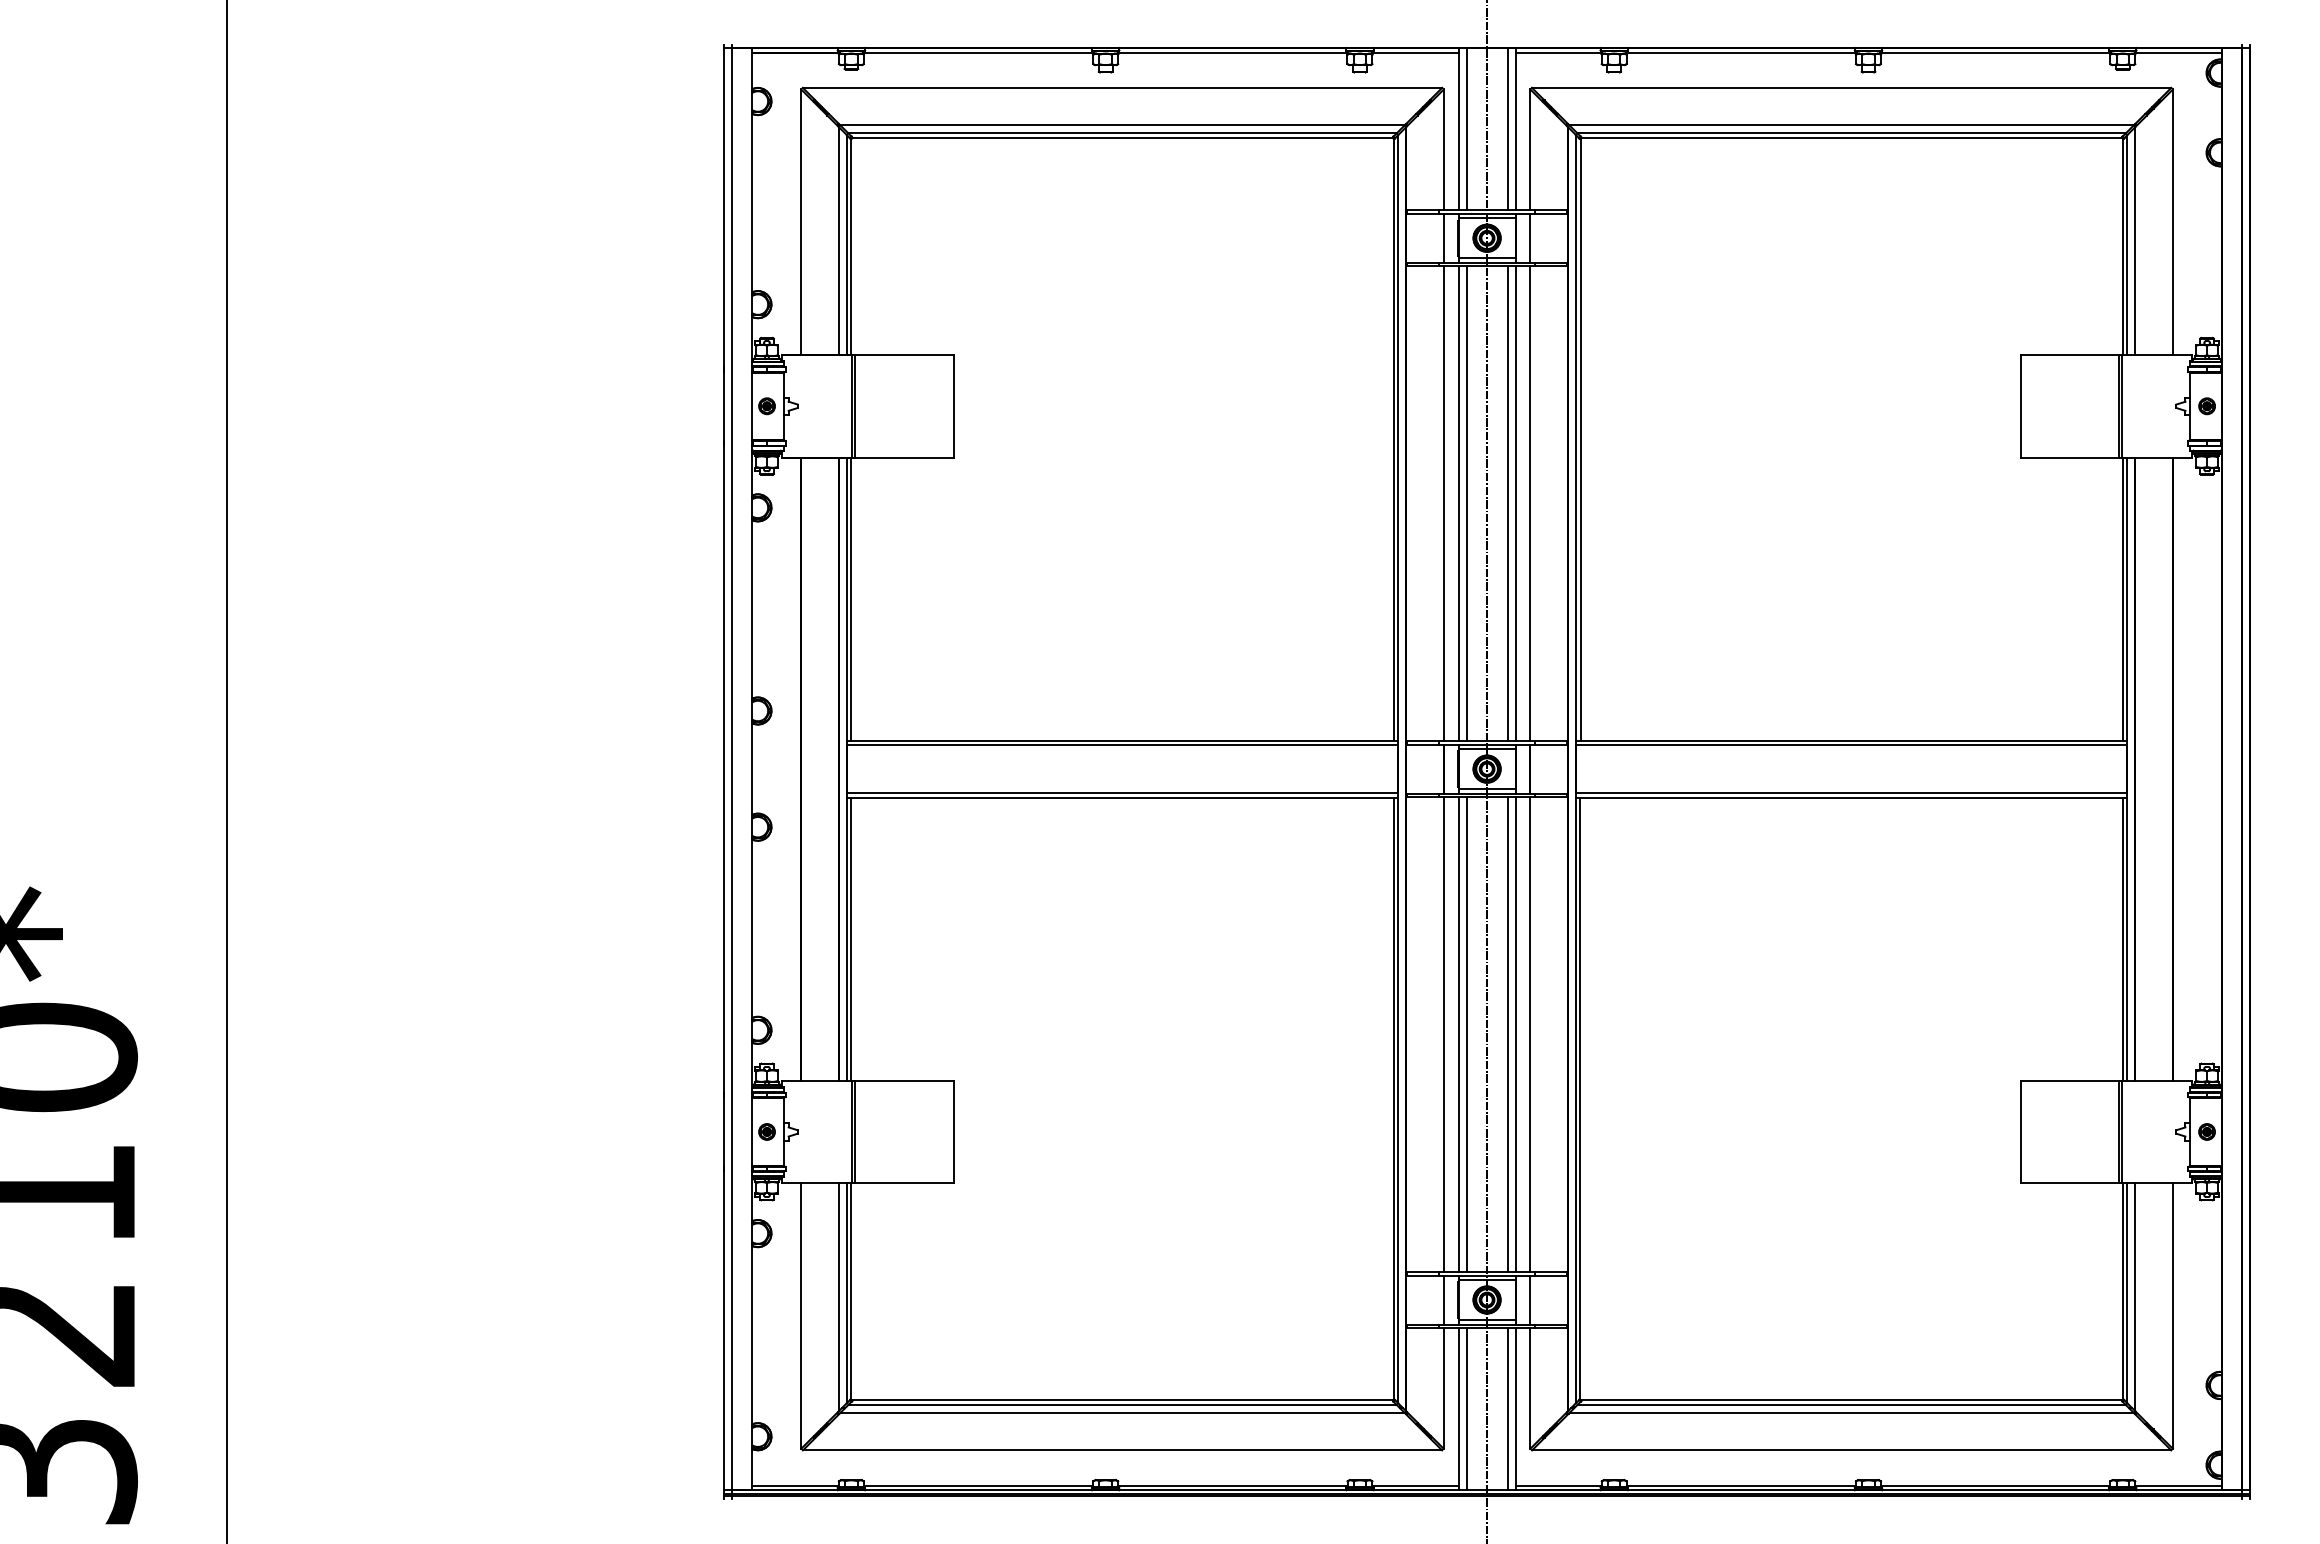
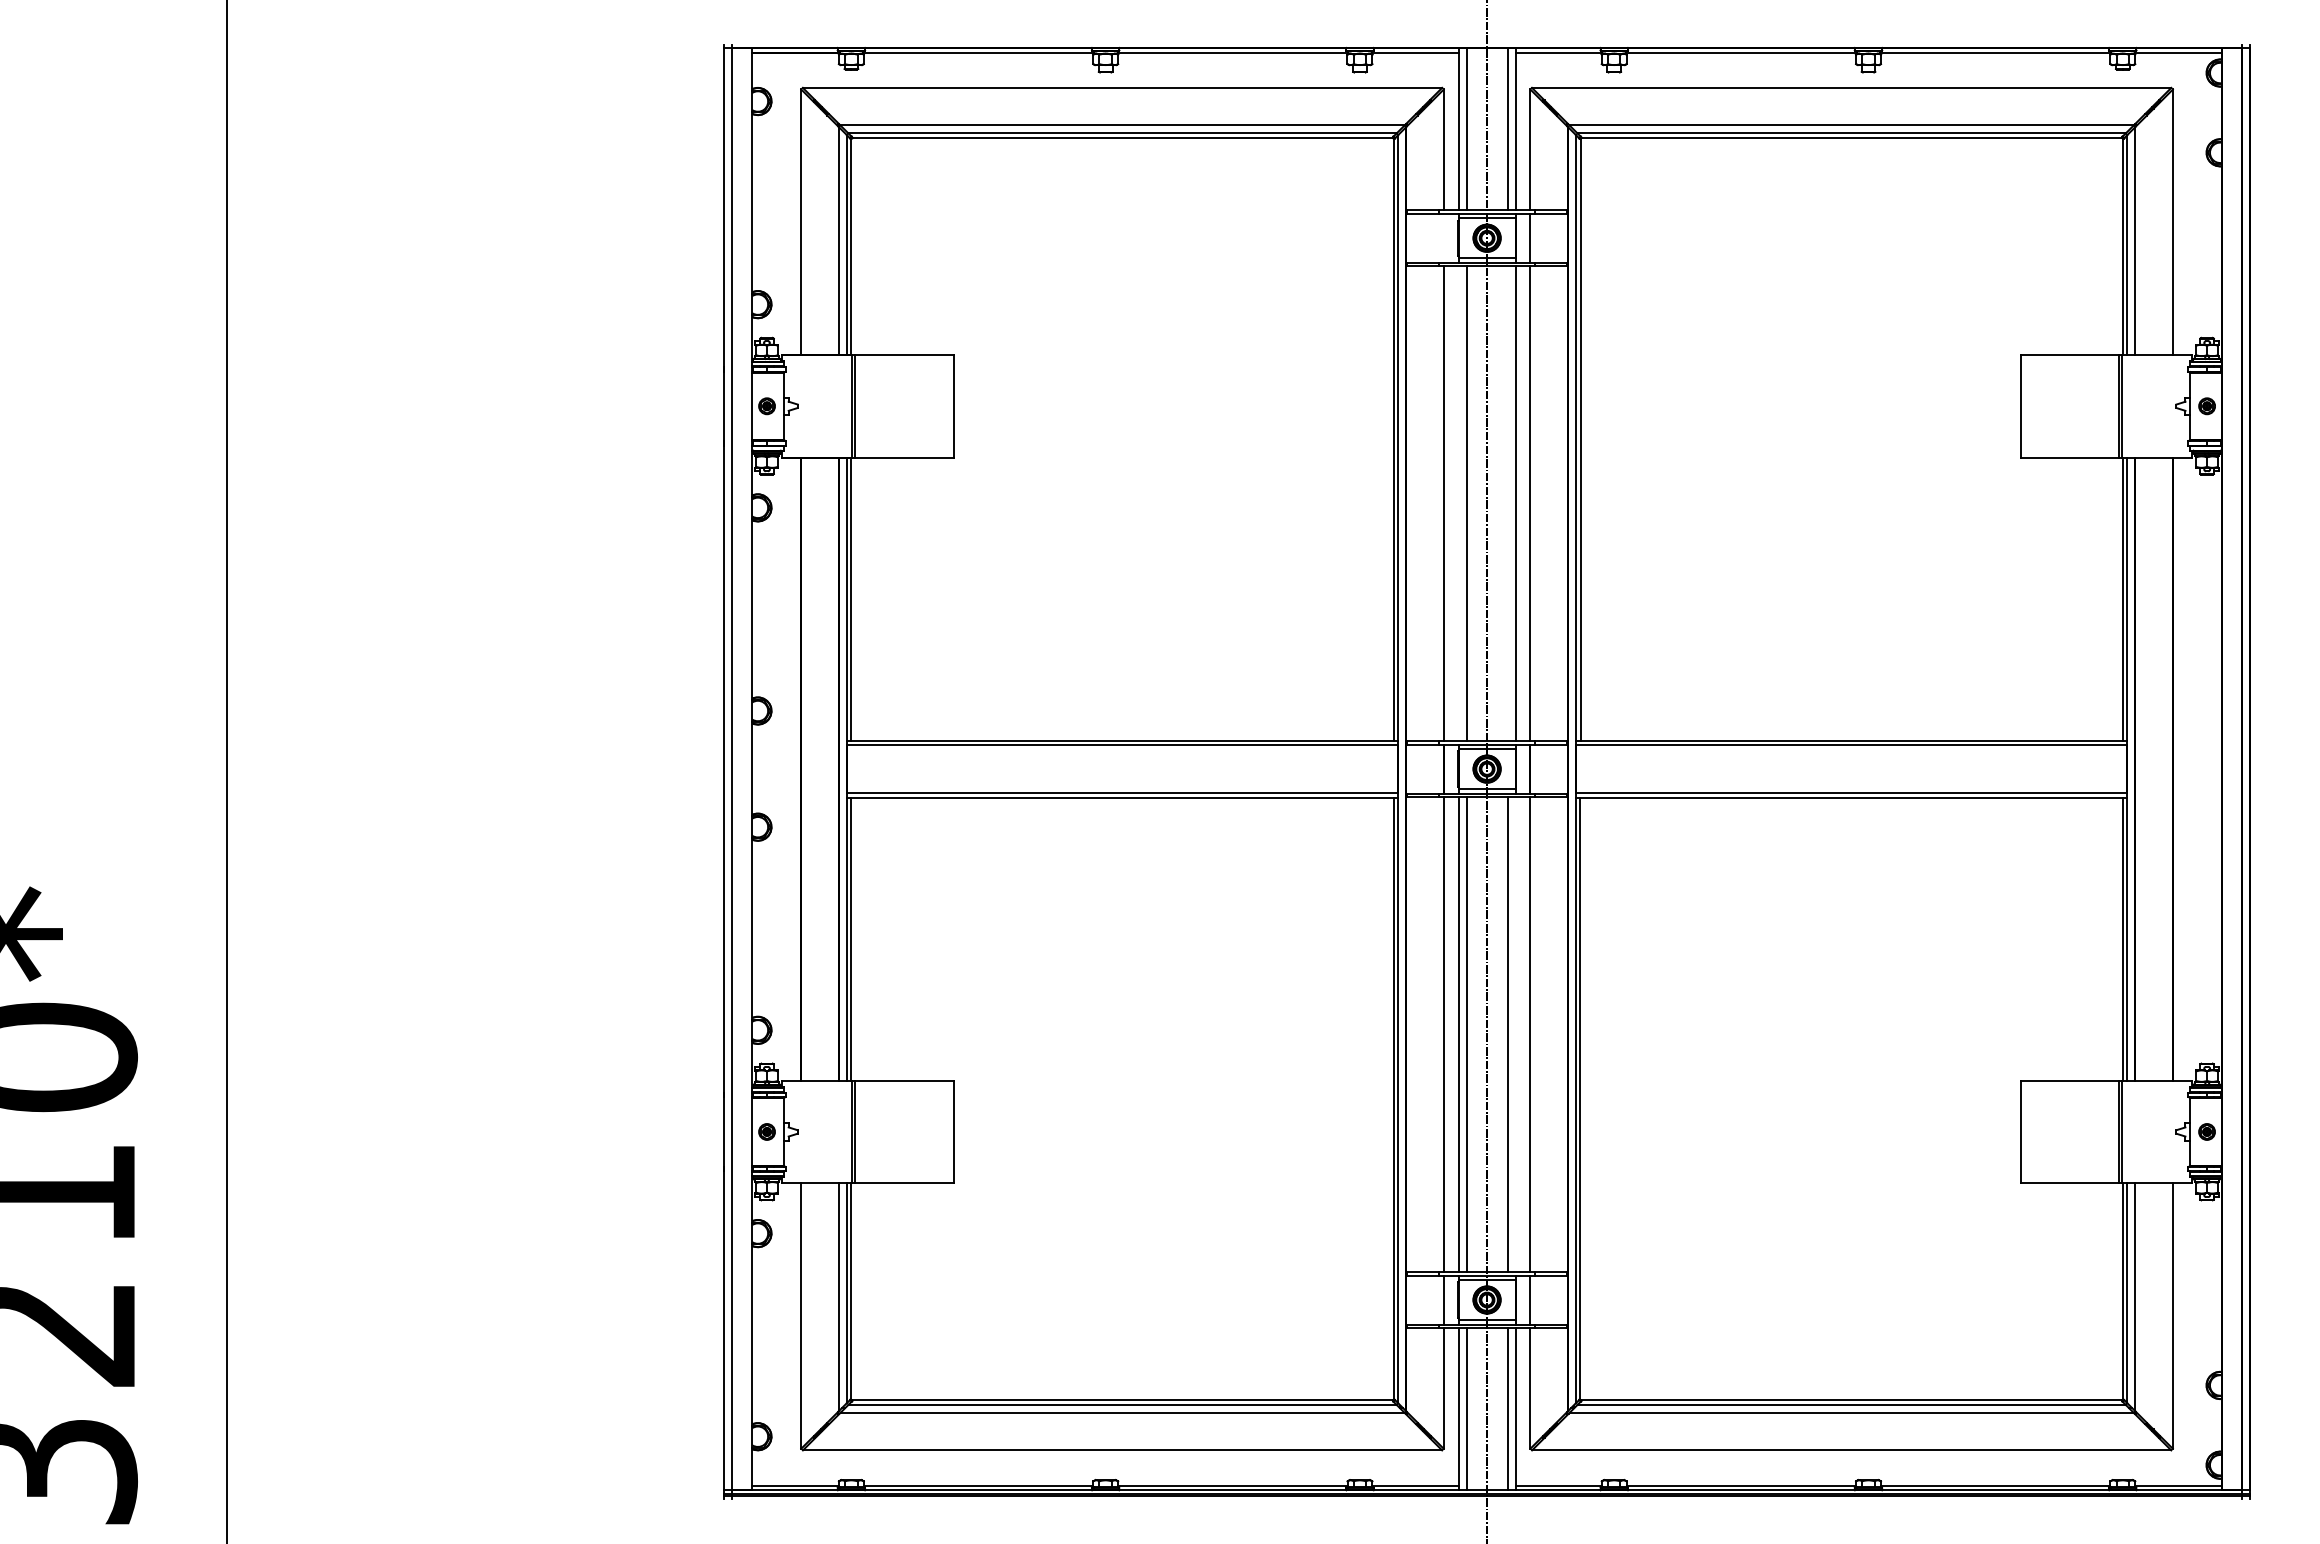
line at (1443, 237): present -> none
line at (1458, 503): present -> none
line at (1507, 503): present -> none
line at (1515, 1034): present -> none
